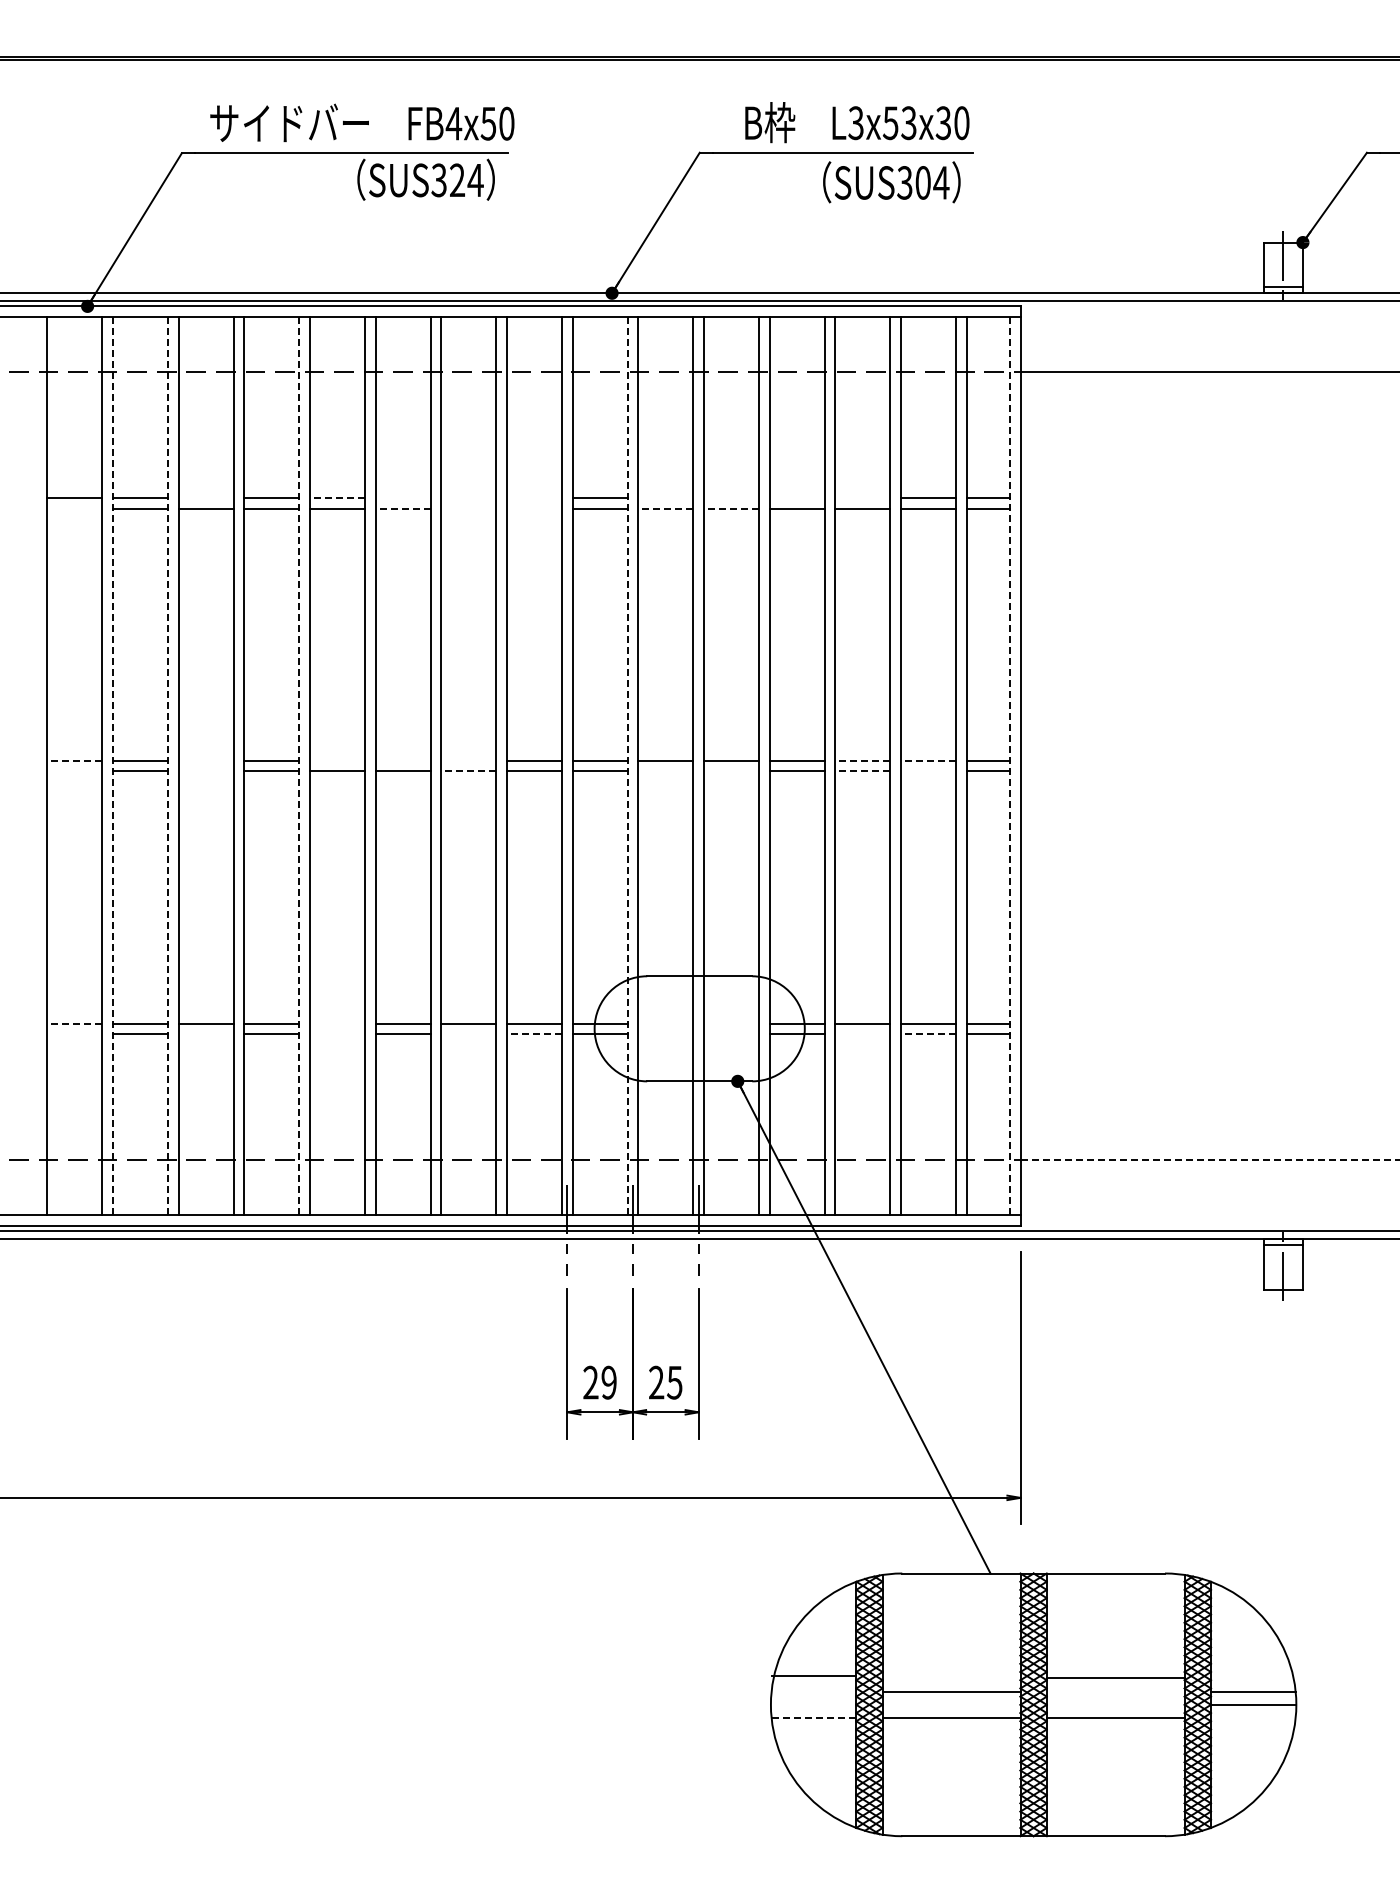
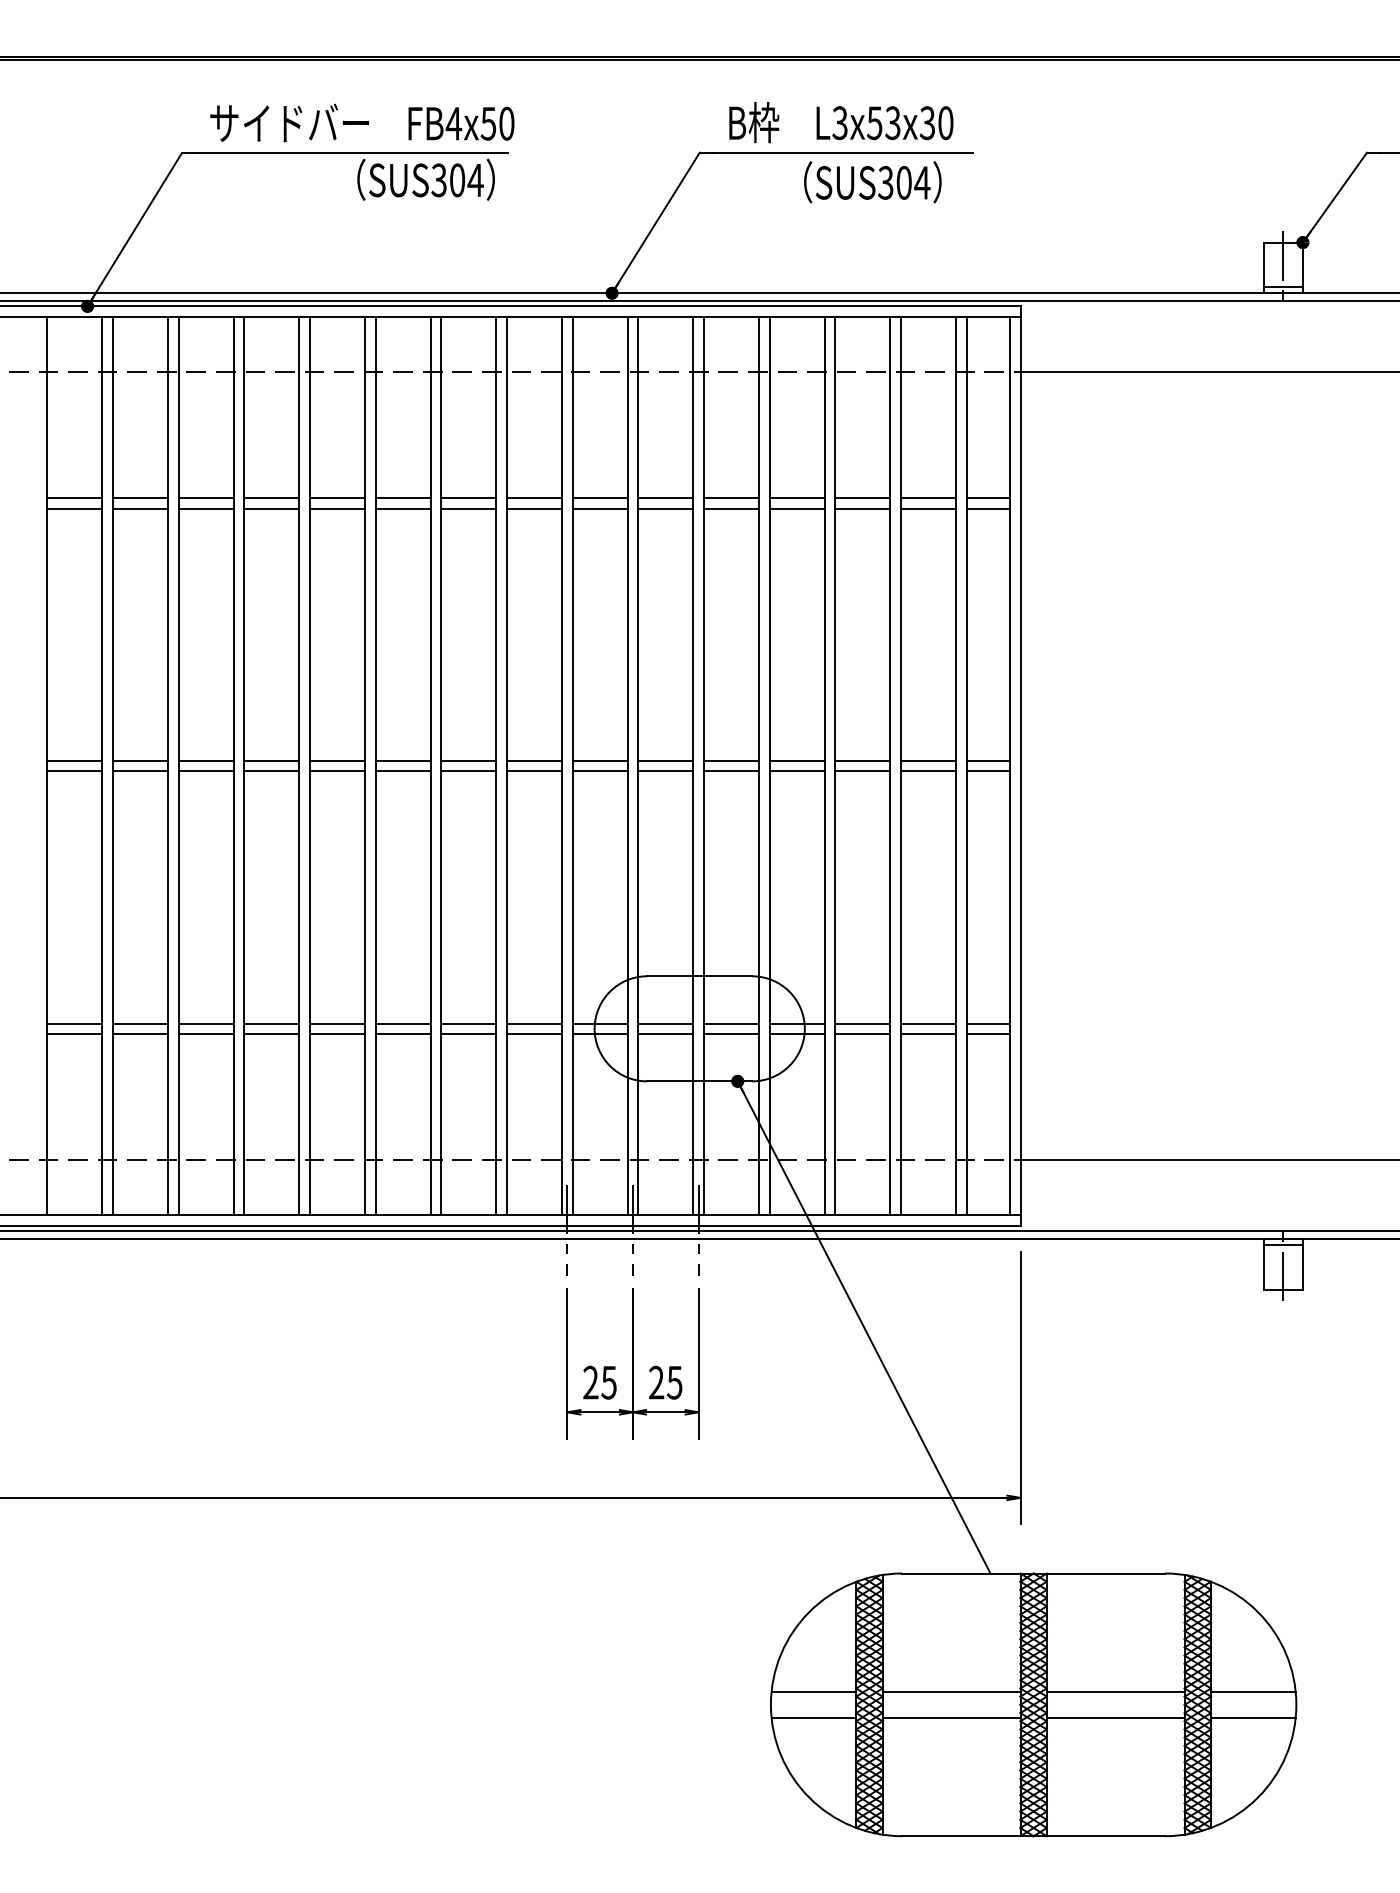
text at (857, 122) position: (857, 122) -> (841, 122)
text at (457, 180): SUS324 -> SUS304
text at (891, 182) position: (891, 182) -> (872, 182)
line at (205, 498): none -> present
line at (337, 498): dashed -> solid
line at (402, 498): none -> present
line at (468, 498): none -> present
line at (534, 498): none -> present
line at (665, 498): none -> present
line at (731, 498): none -> present
line at (796, 498): none -> present
line at (862, 498): none -> present
line at (74, 508): none -> present
line at (403, 508): dashed -> solid
line at (468, 508): none -> present
line at (534, 508): none -> present
line at (665, 508): dashed -> solid
line at (731, 508): dashed -> solid
line at (74, 760): dashed -> solid
line at (205, 760): none -> present
line at (337, 760): none -> present
line at (402, 760): none -> present
line at (468, 760): none -> present
line at (862, 760): dashed -> solid
line at (928, 760): dashed -> solid
line at (1010, 765): dashed -> solid
line at (112, 766): dashed -> solid
line at (168, 766): dashed -> solid
line at (299, 766): dashed -> solid
line at (627, 766): dashed -> solid
line at (74, 771): none -> present
line at (205, 771): none -> present
line at (468, 771): dashed -> solid
line at (665, 771): none -> present
line at (731, 771): none -> present
line at (862, 771): dashed -> solid
line at (928, 771): none -> present
line at (74, 1023): dashed -> solid
line at (337, 1023): none -> present
line at (665, 1023): none -> present
line at (731, 1023): none -> present
line at (74, 1034): none -> present
line at (205, 1034): none -> present
line at (337, 1034): none -> present
line at (468, 1034): none -> present
line at (534, 1034): dashed -> solid
line at (665, 1034): none -> present
line at (731, 1034): none -> present
line at (862, 1034): none -> present
line at (928, 1034): dashed -> solid
line at (1210, 1160): dashed -> solid
text at (608, 1382): 29 -> 25
line at (813, 1675) position: (813, 1675) -> (813, 1691)
line at (1115, 1677) position: (1115, 1677) -> (1115, 1691)
line at (1252, 1704) position: (1252, 1704) -> (1252, 1717)
line at (814, 1717): dashed -> solid
